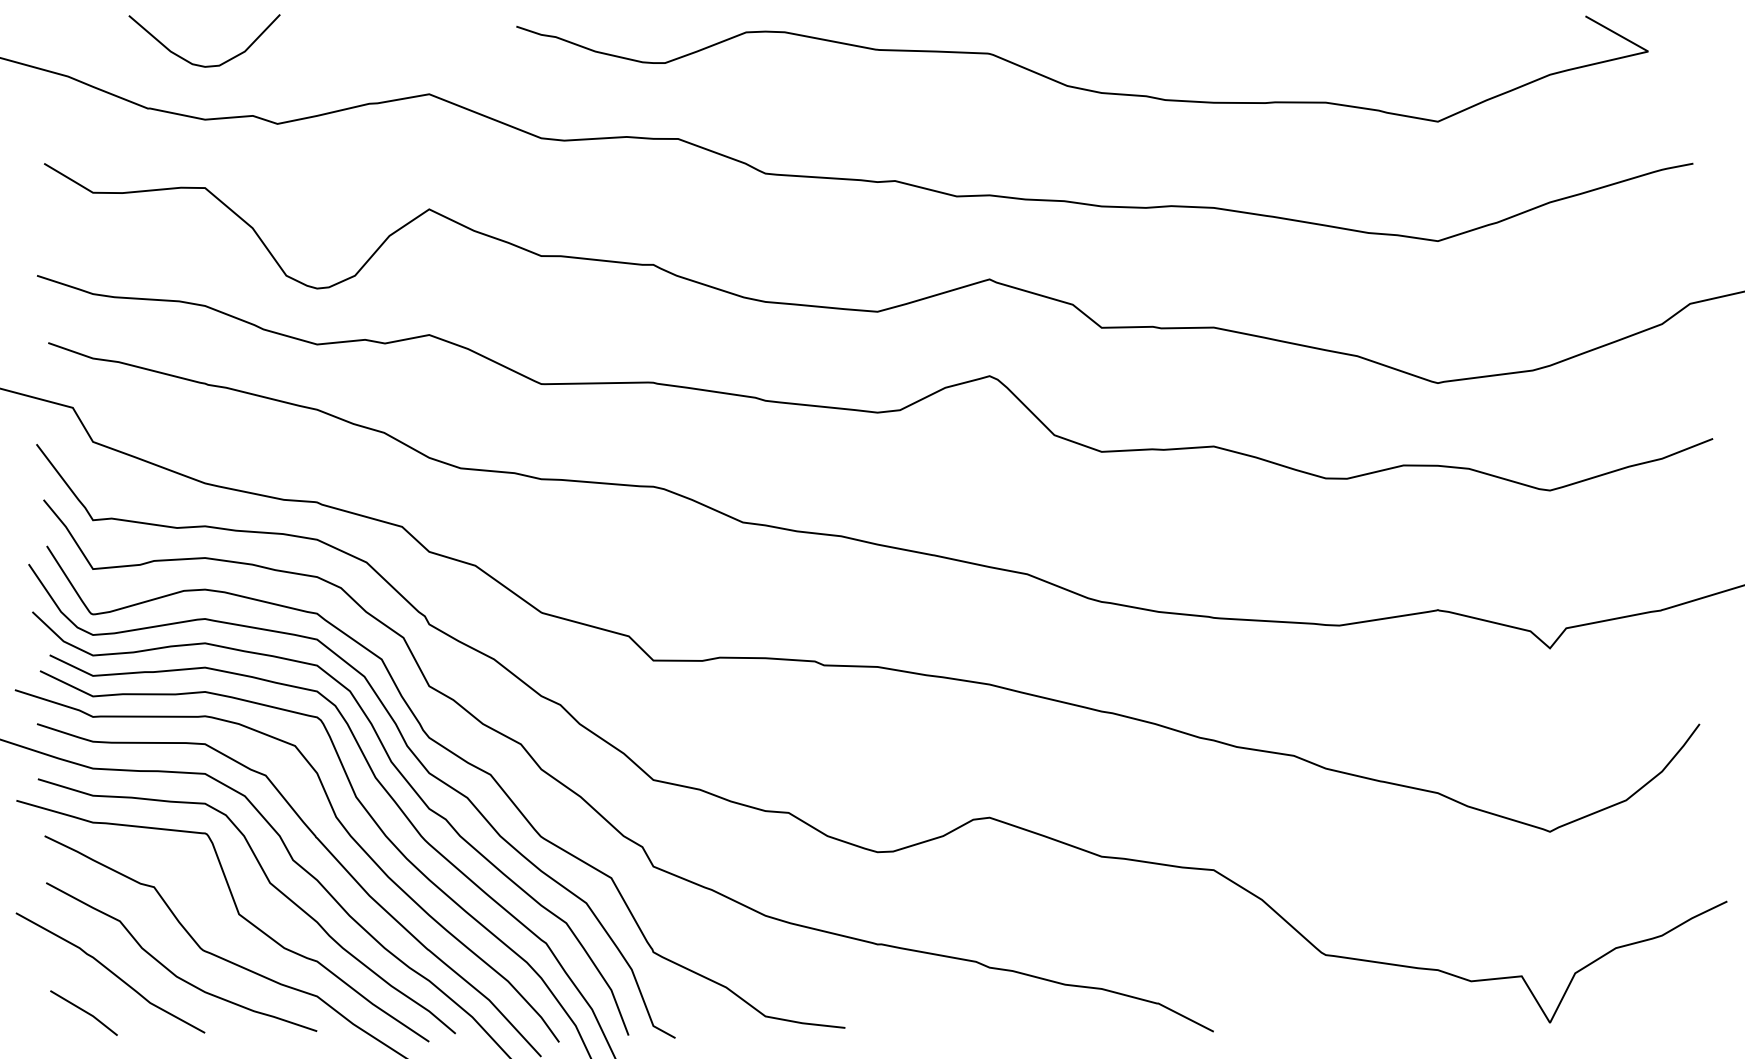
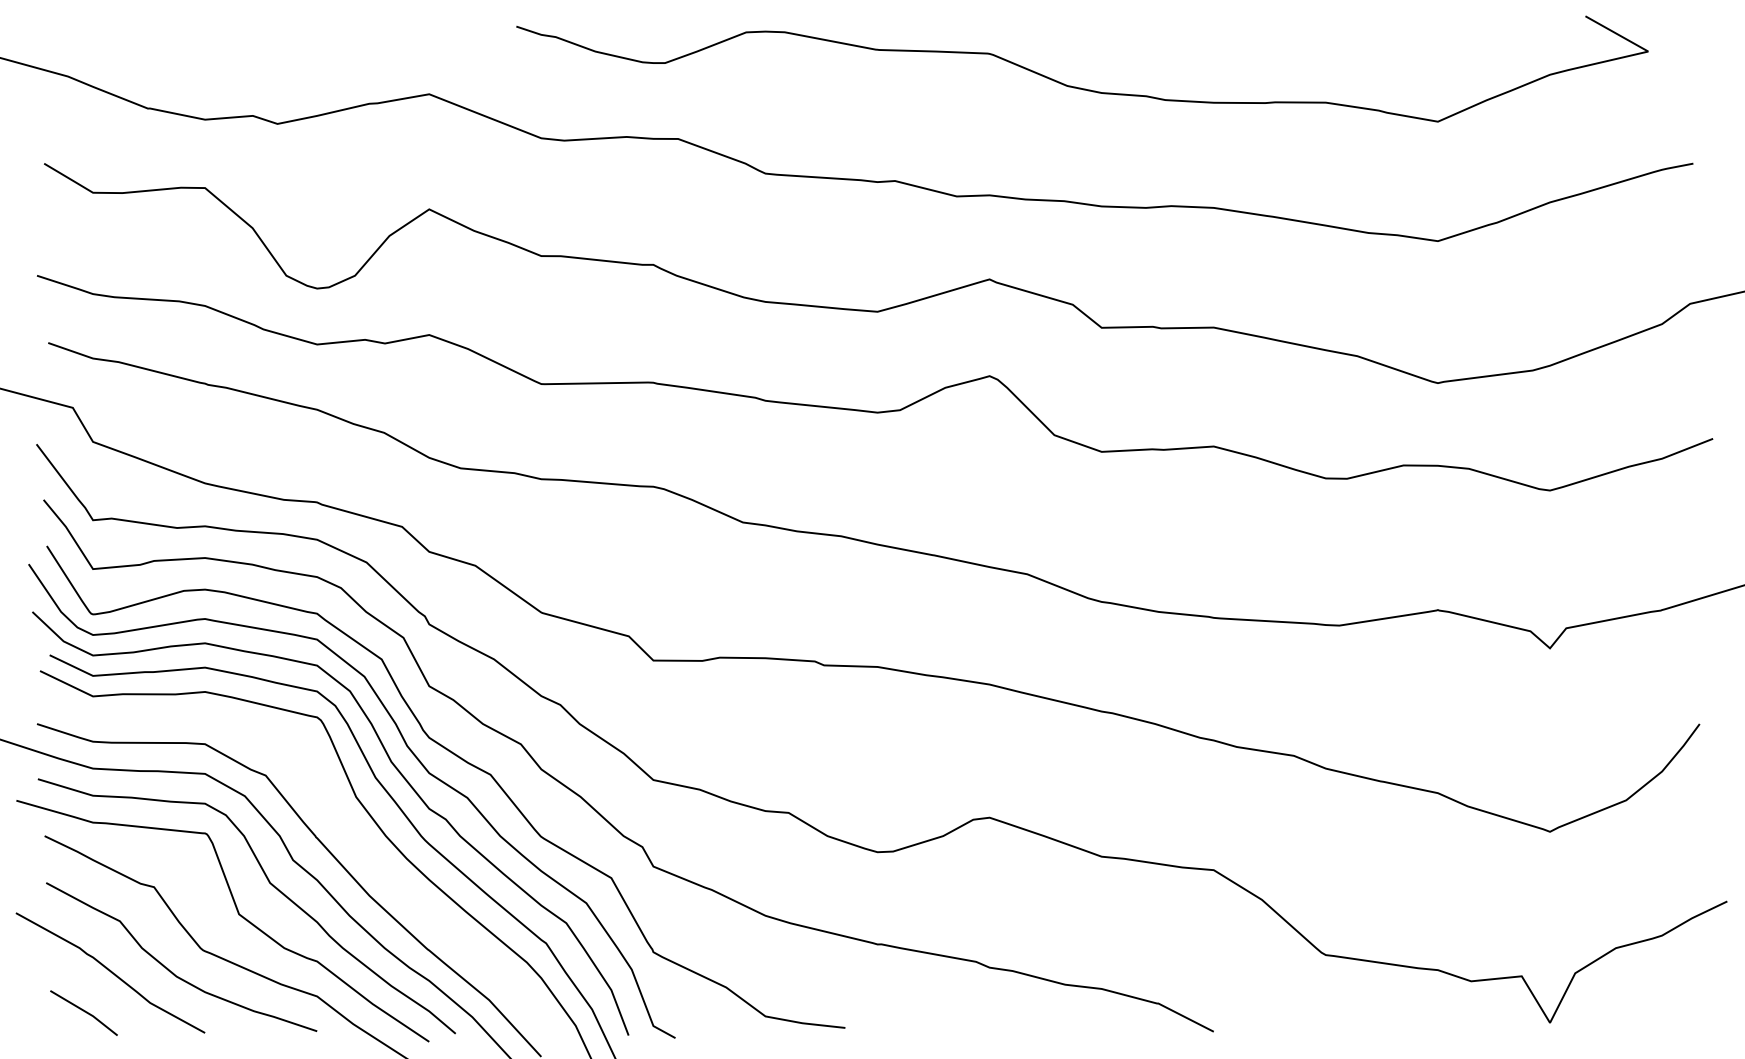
curve at (199, 64): present -> none
curve at (339, 823): present -> none
